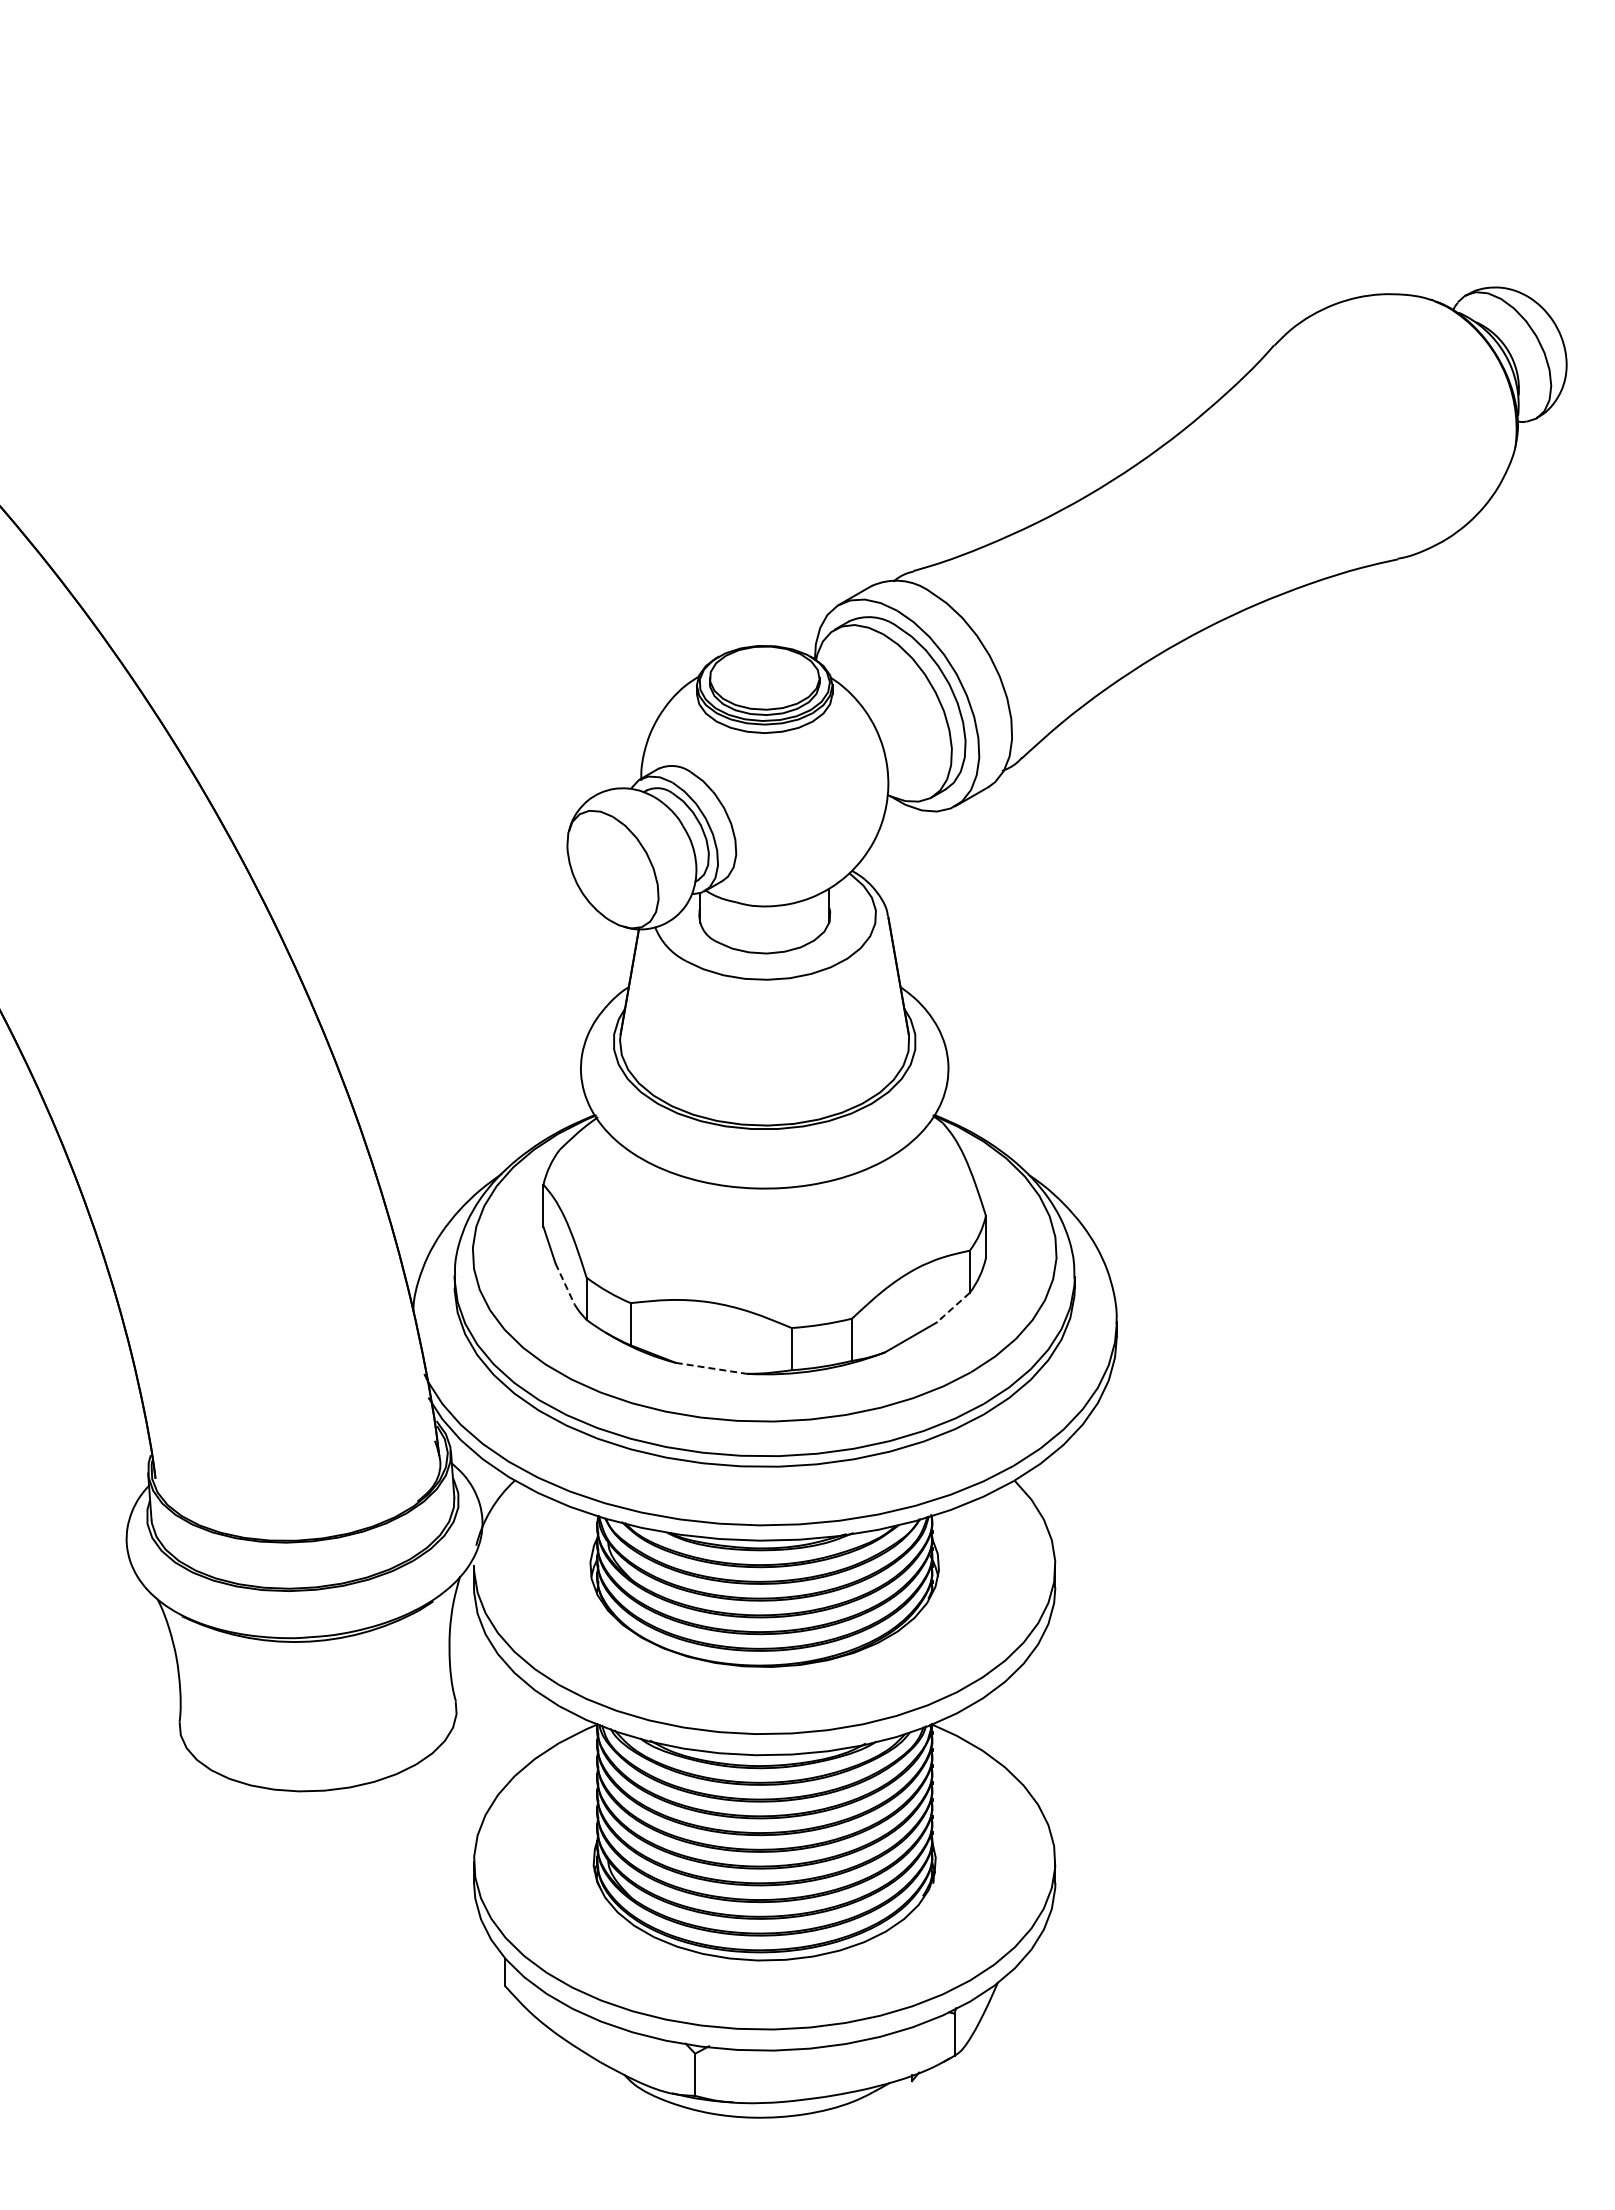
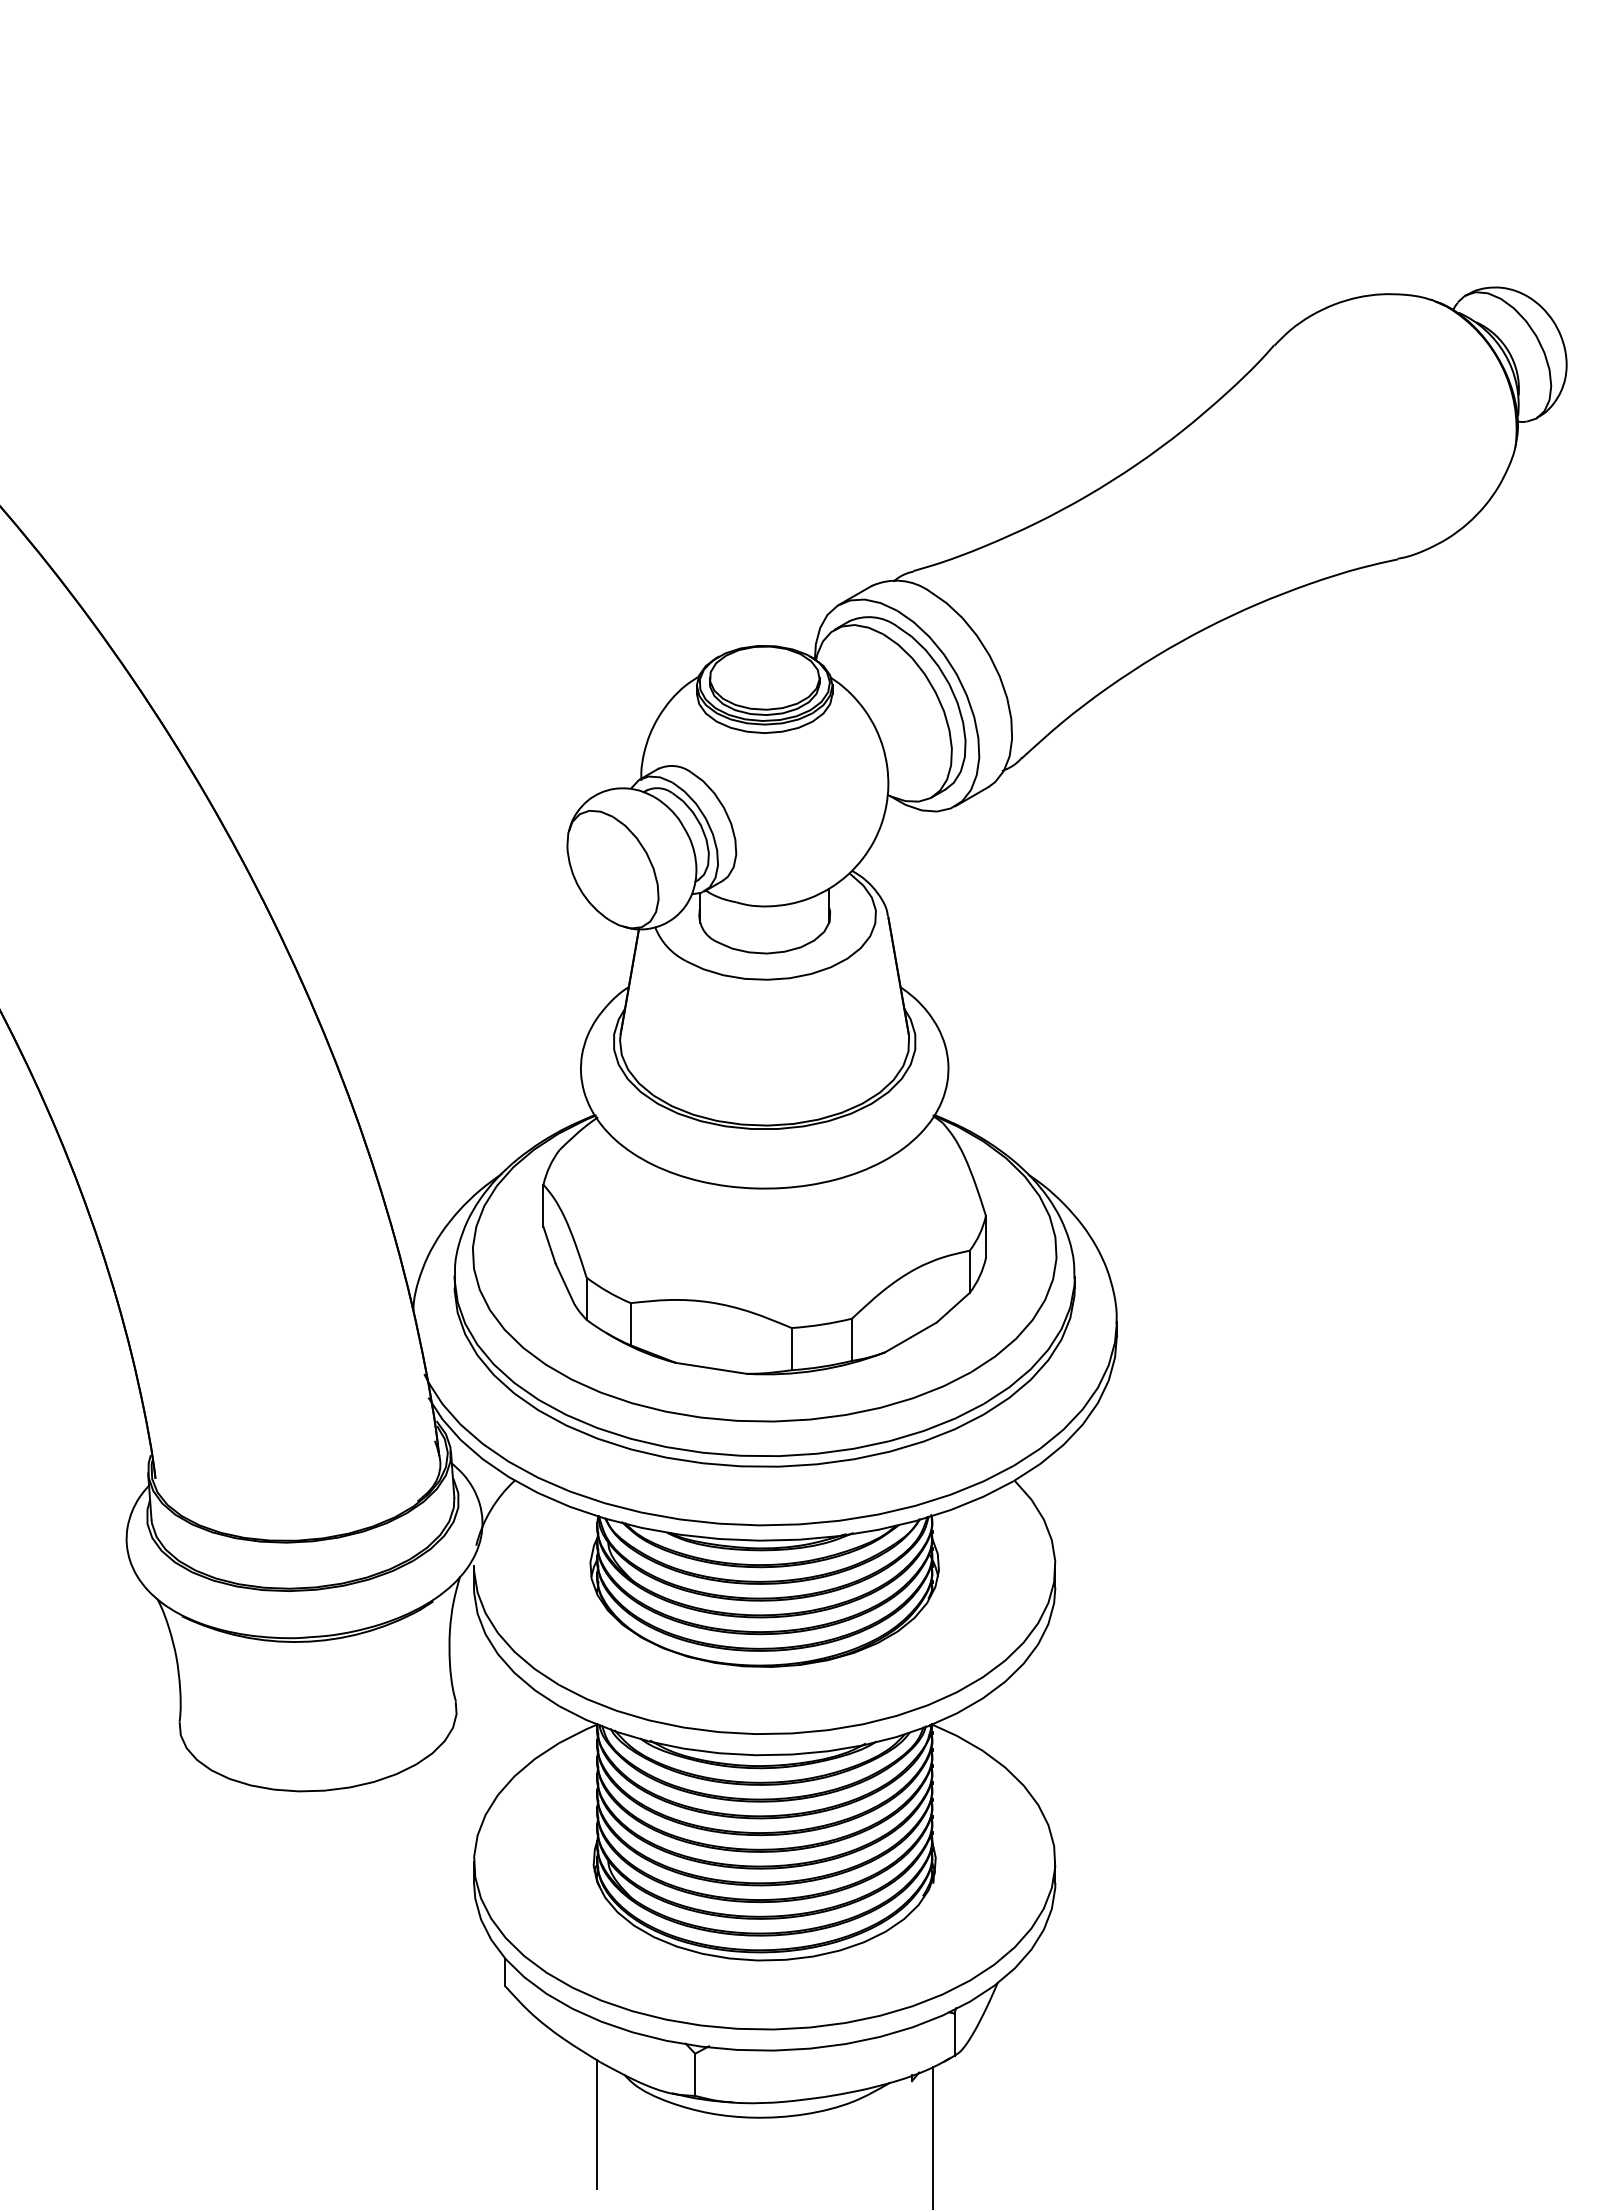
line at (565, 1283): dashed -> solid
line at (952, 1308): dashed -> solid
line at (711, 1368): dashed -> solid
line at (596, 2124): none -> present
line at (932, 2136): none -> present
